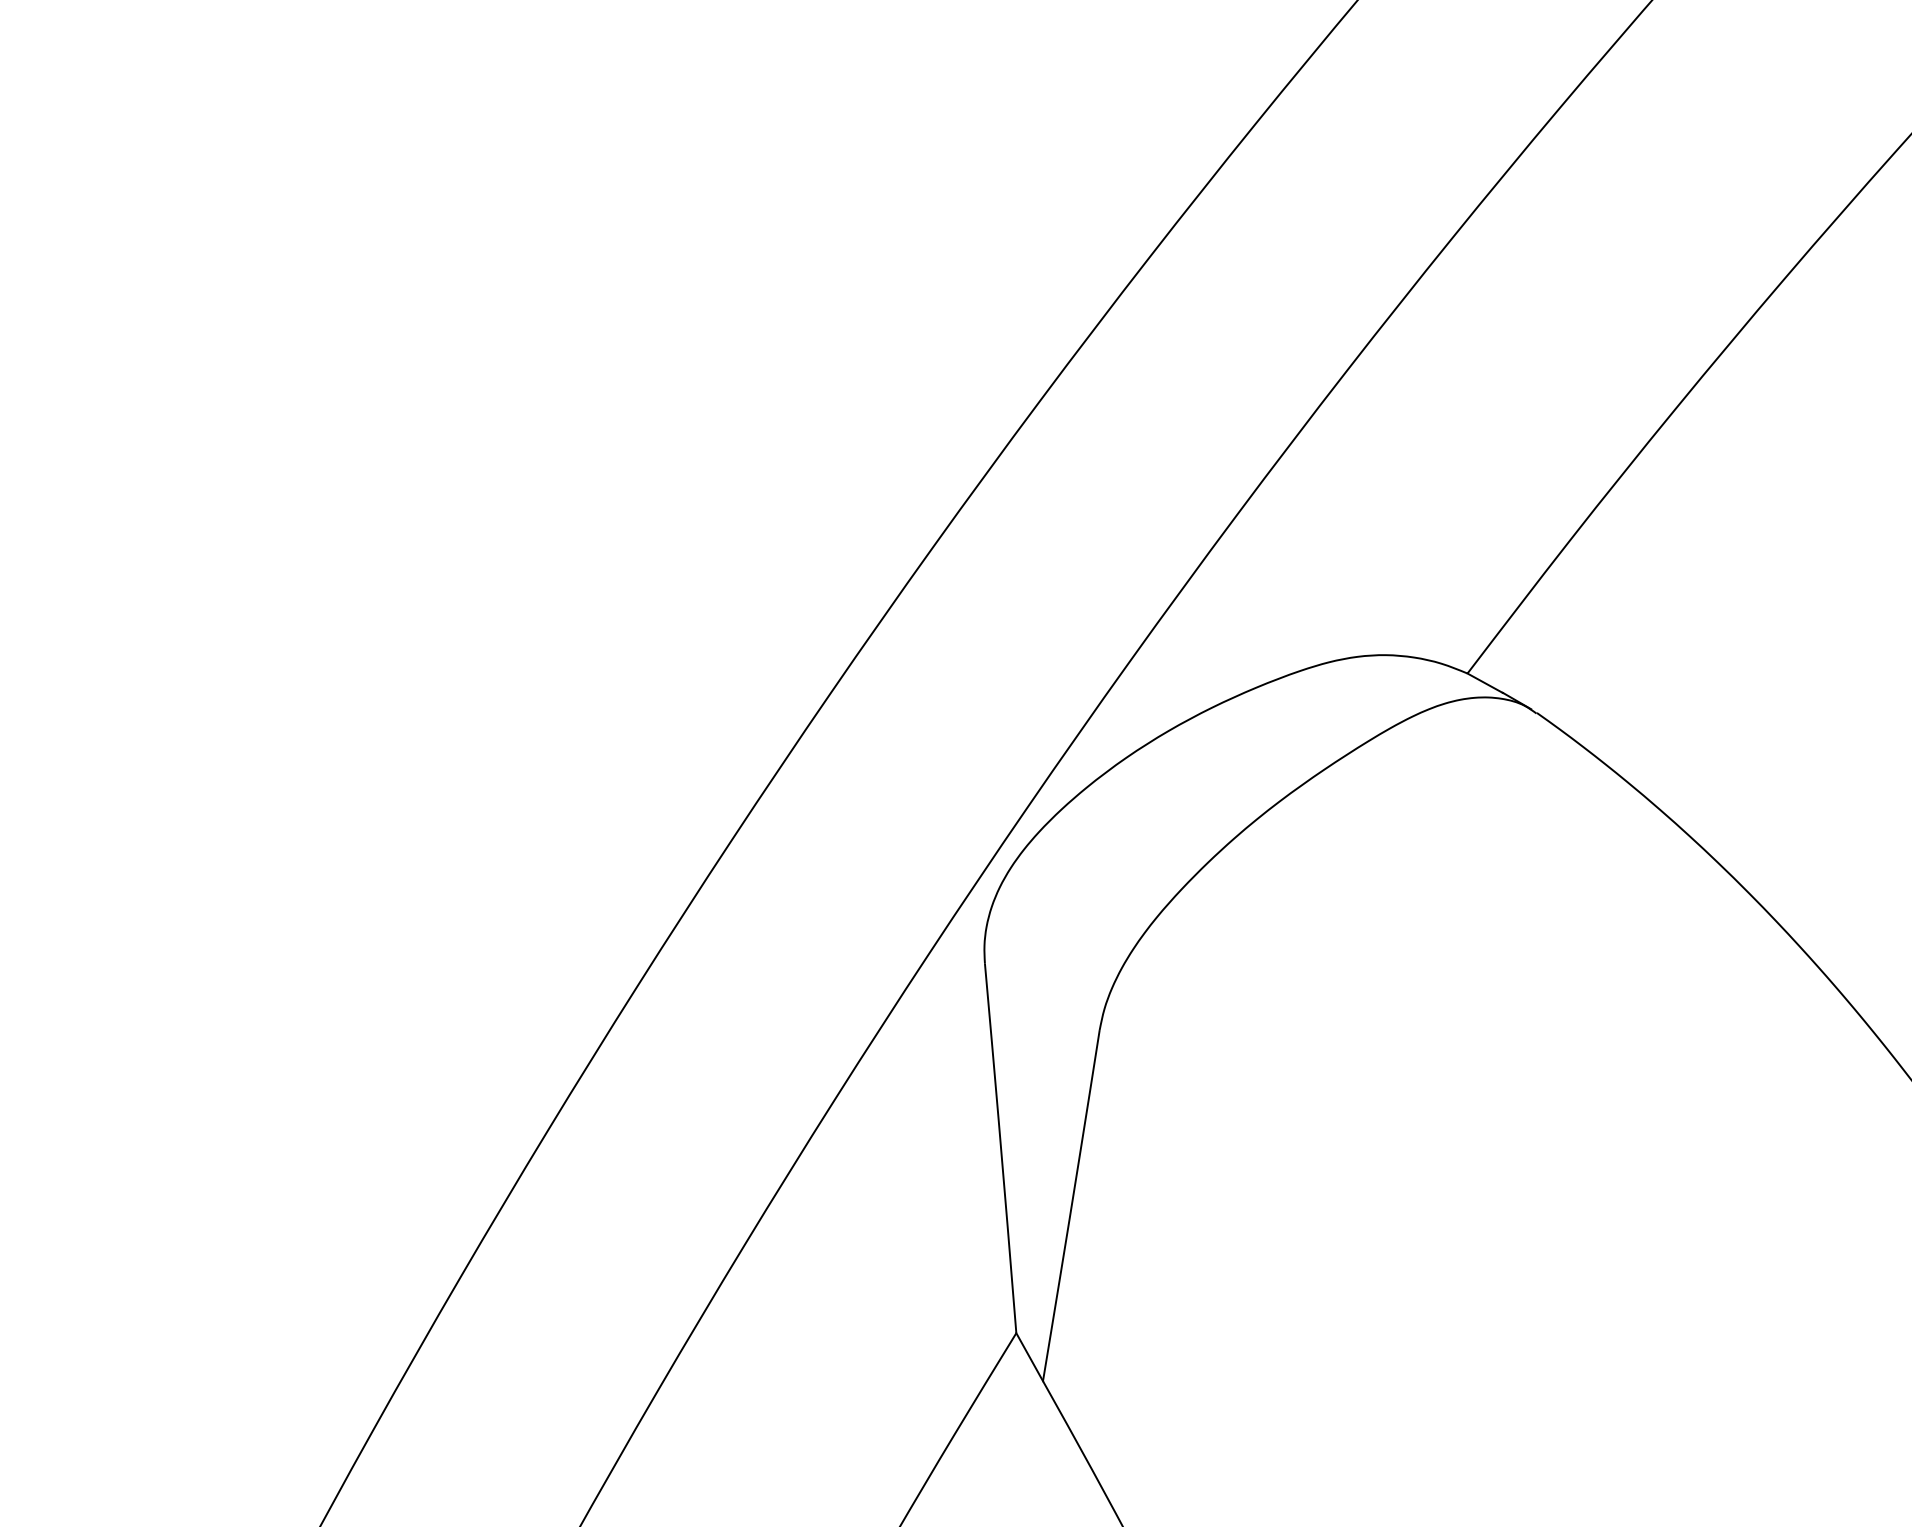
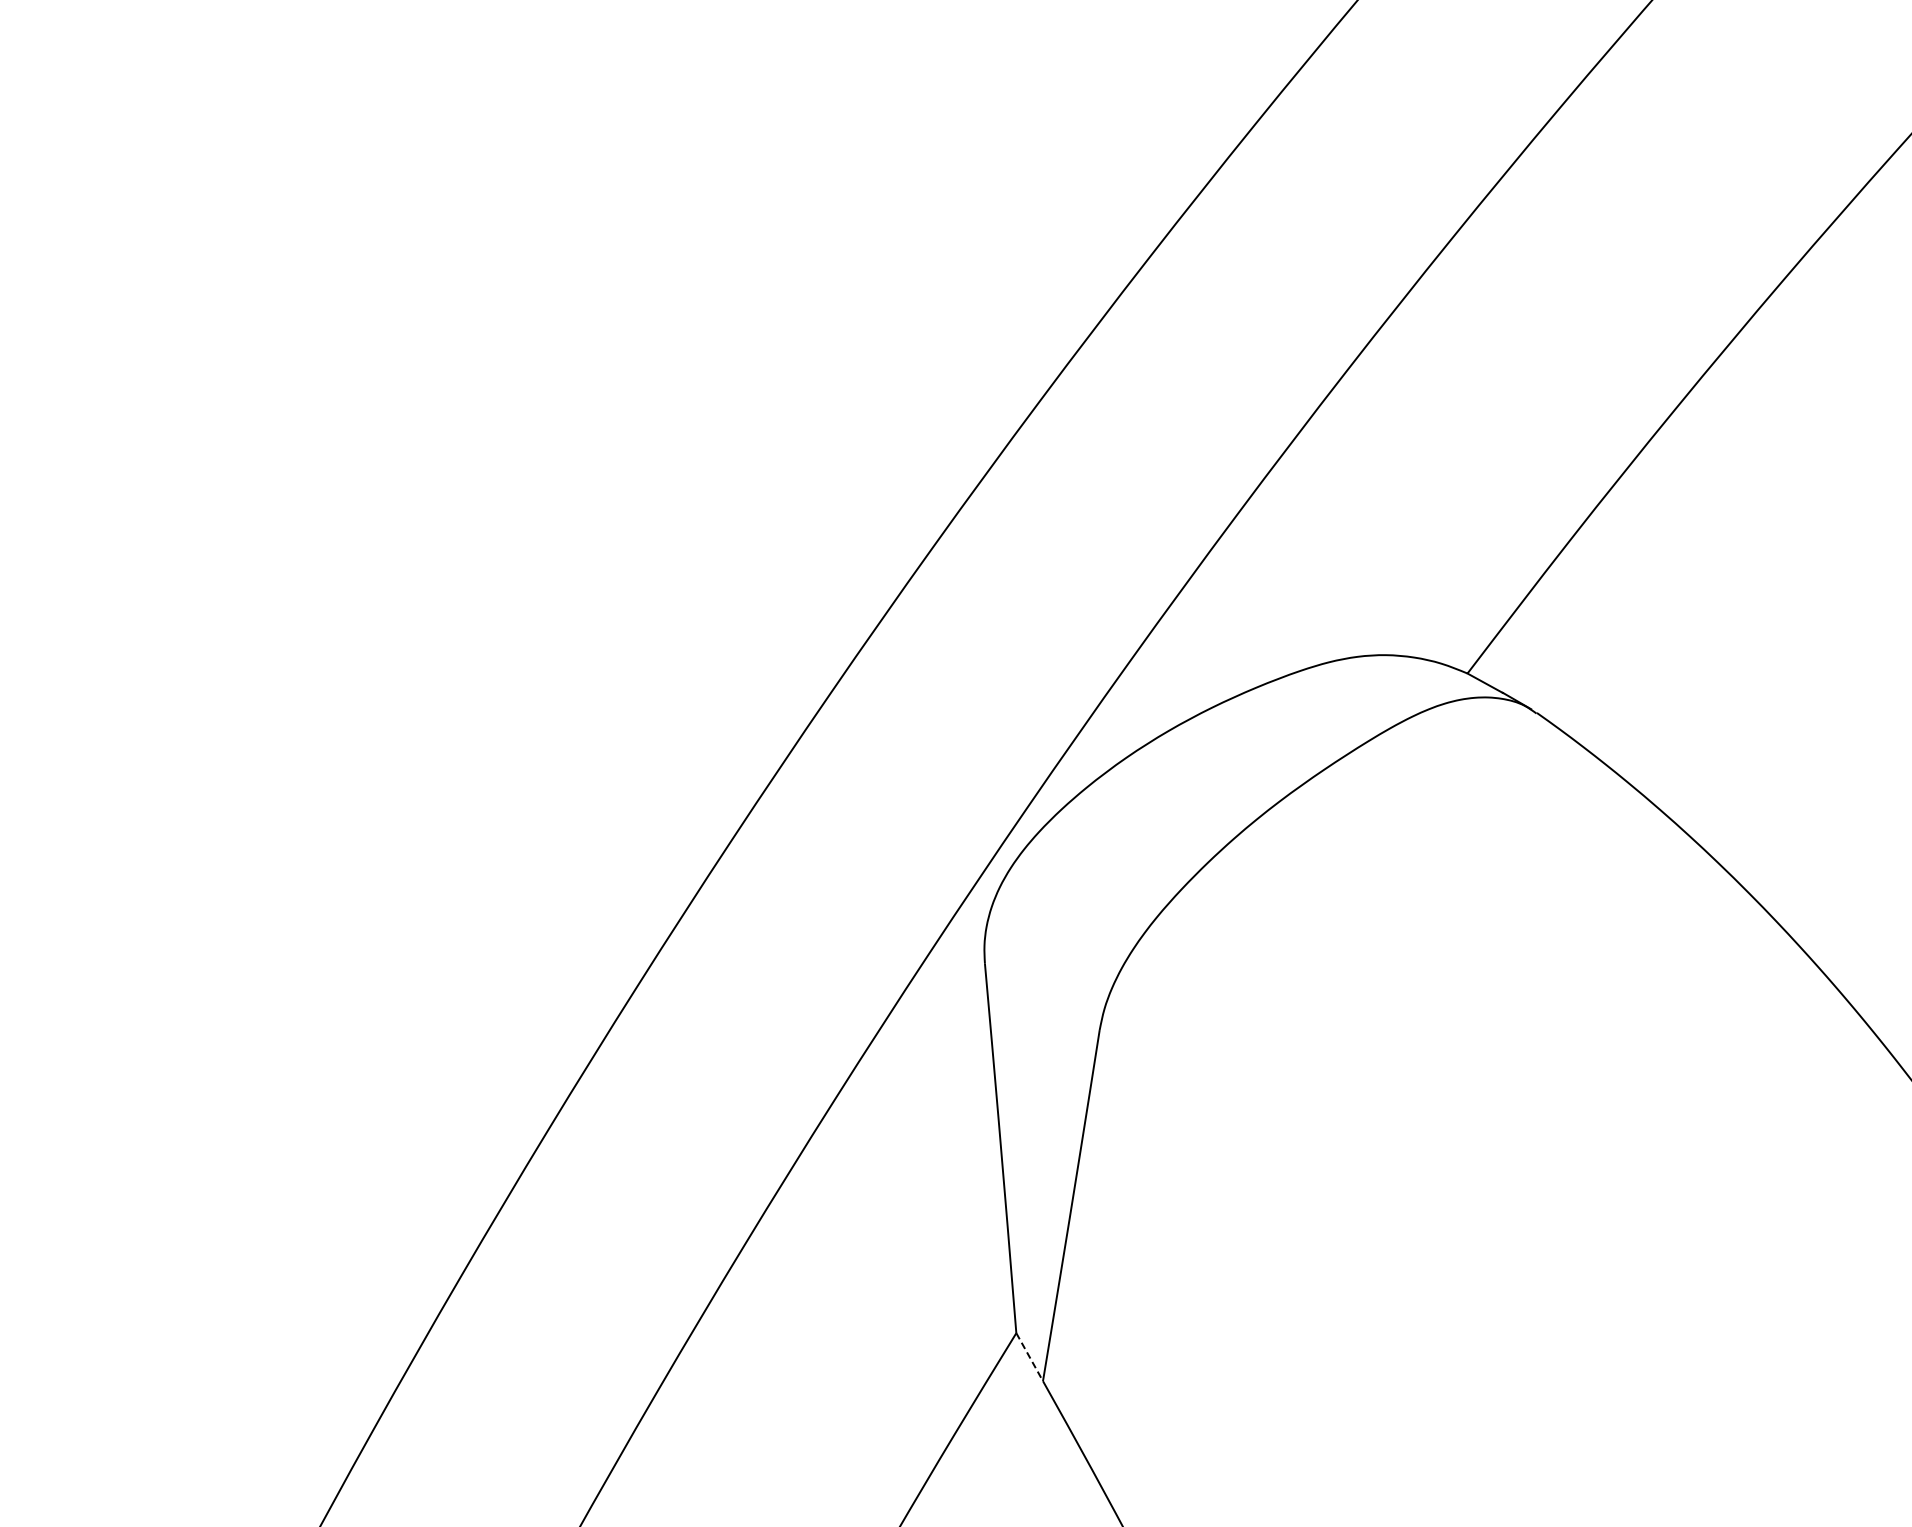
line at (1029, 1357): solid -> dashed
